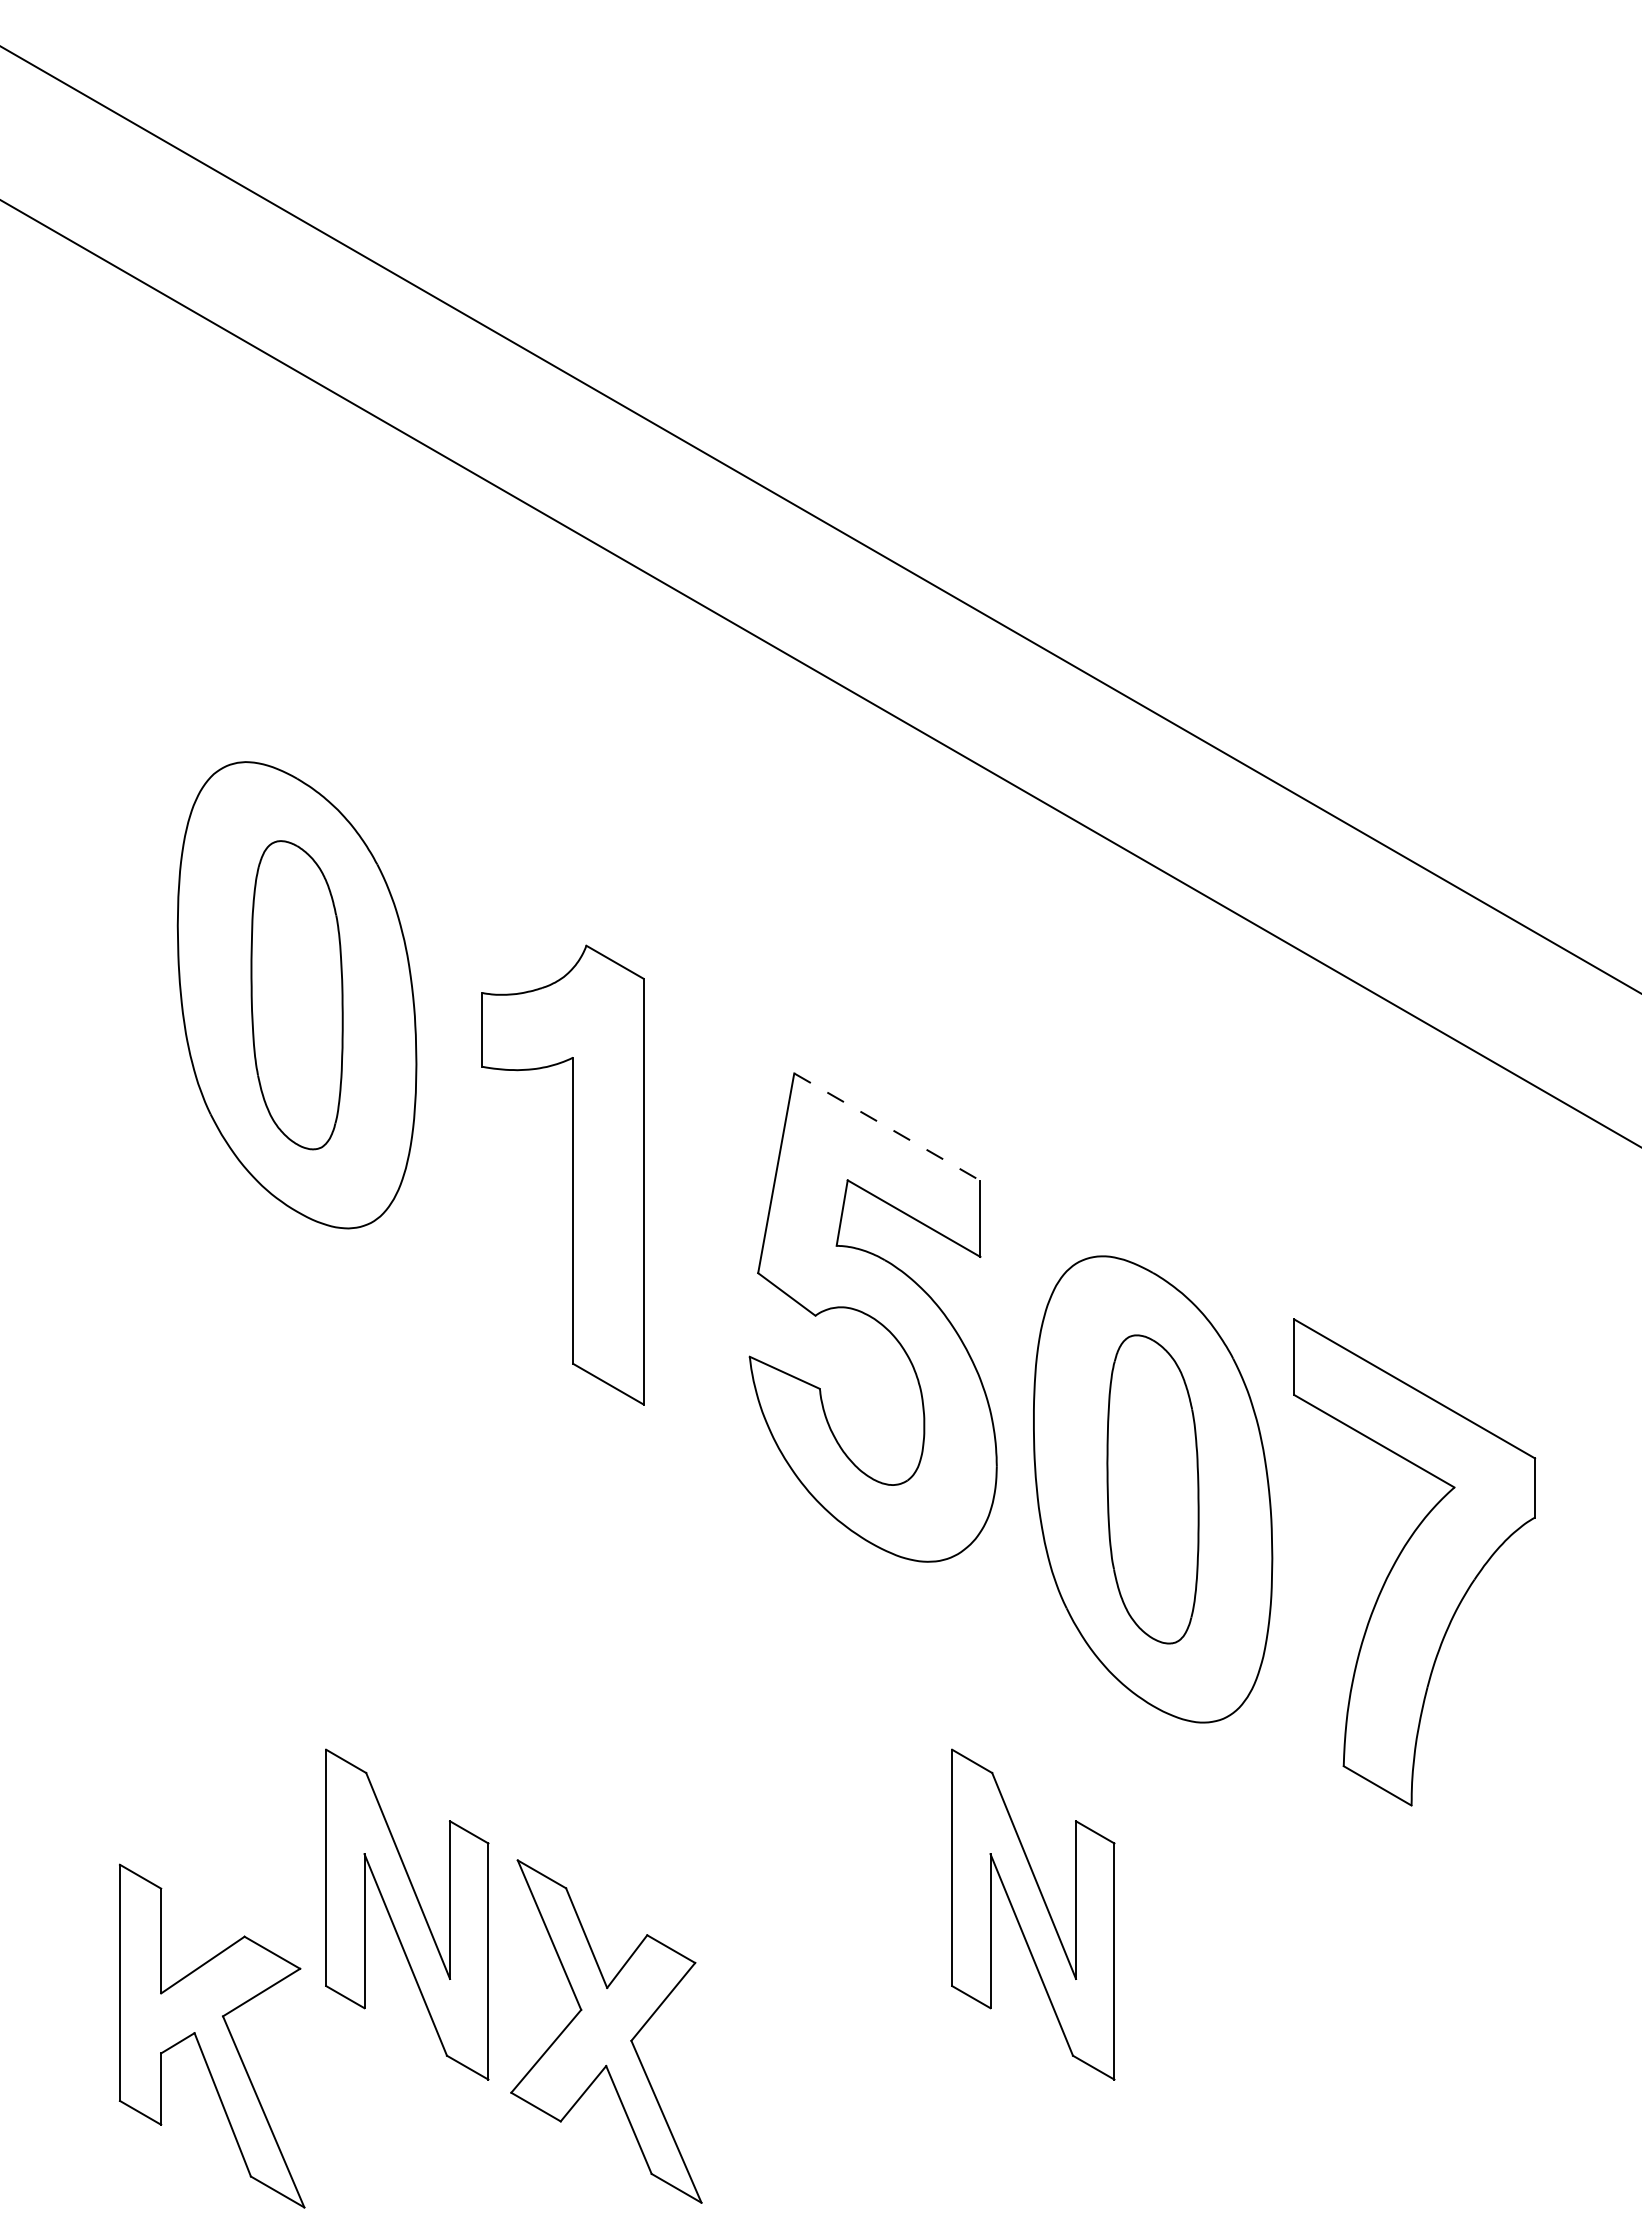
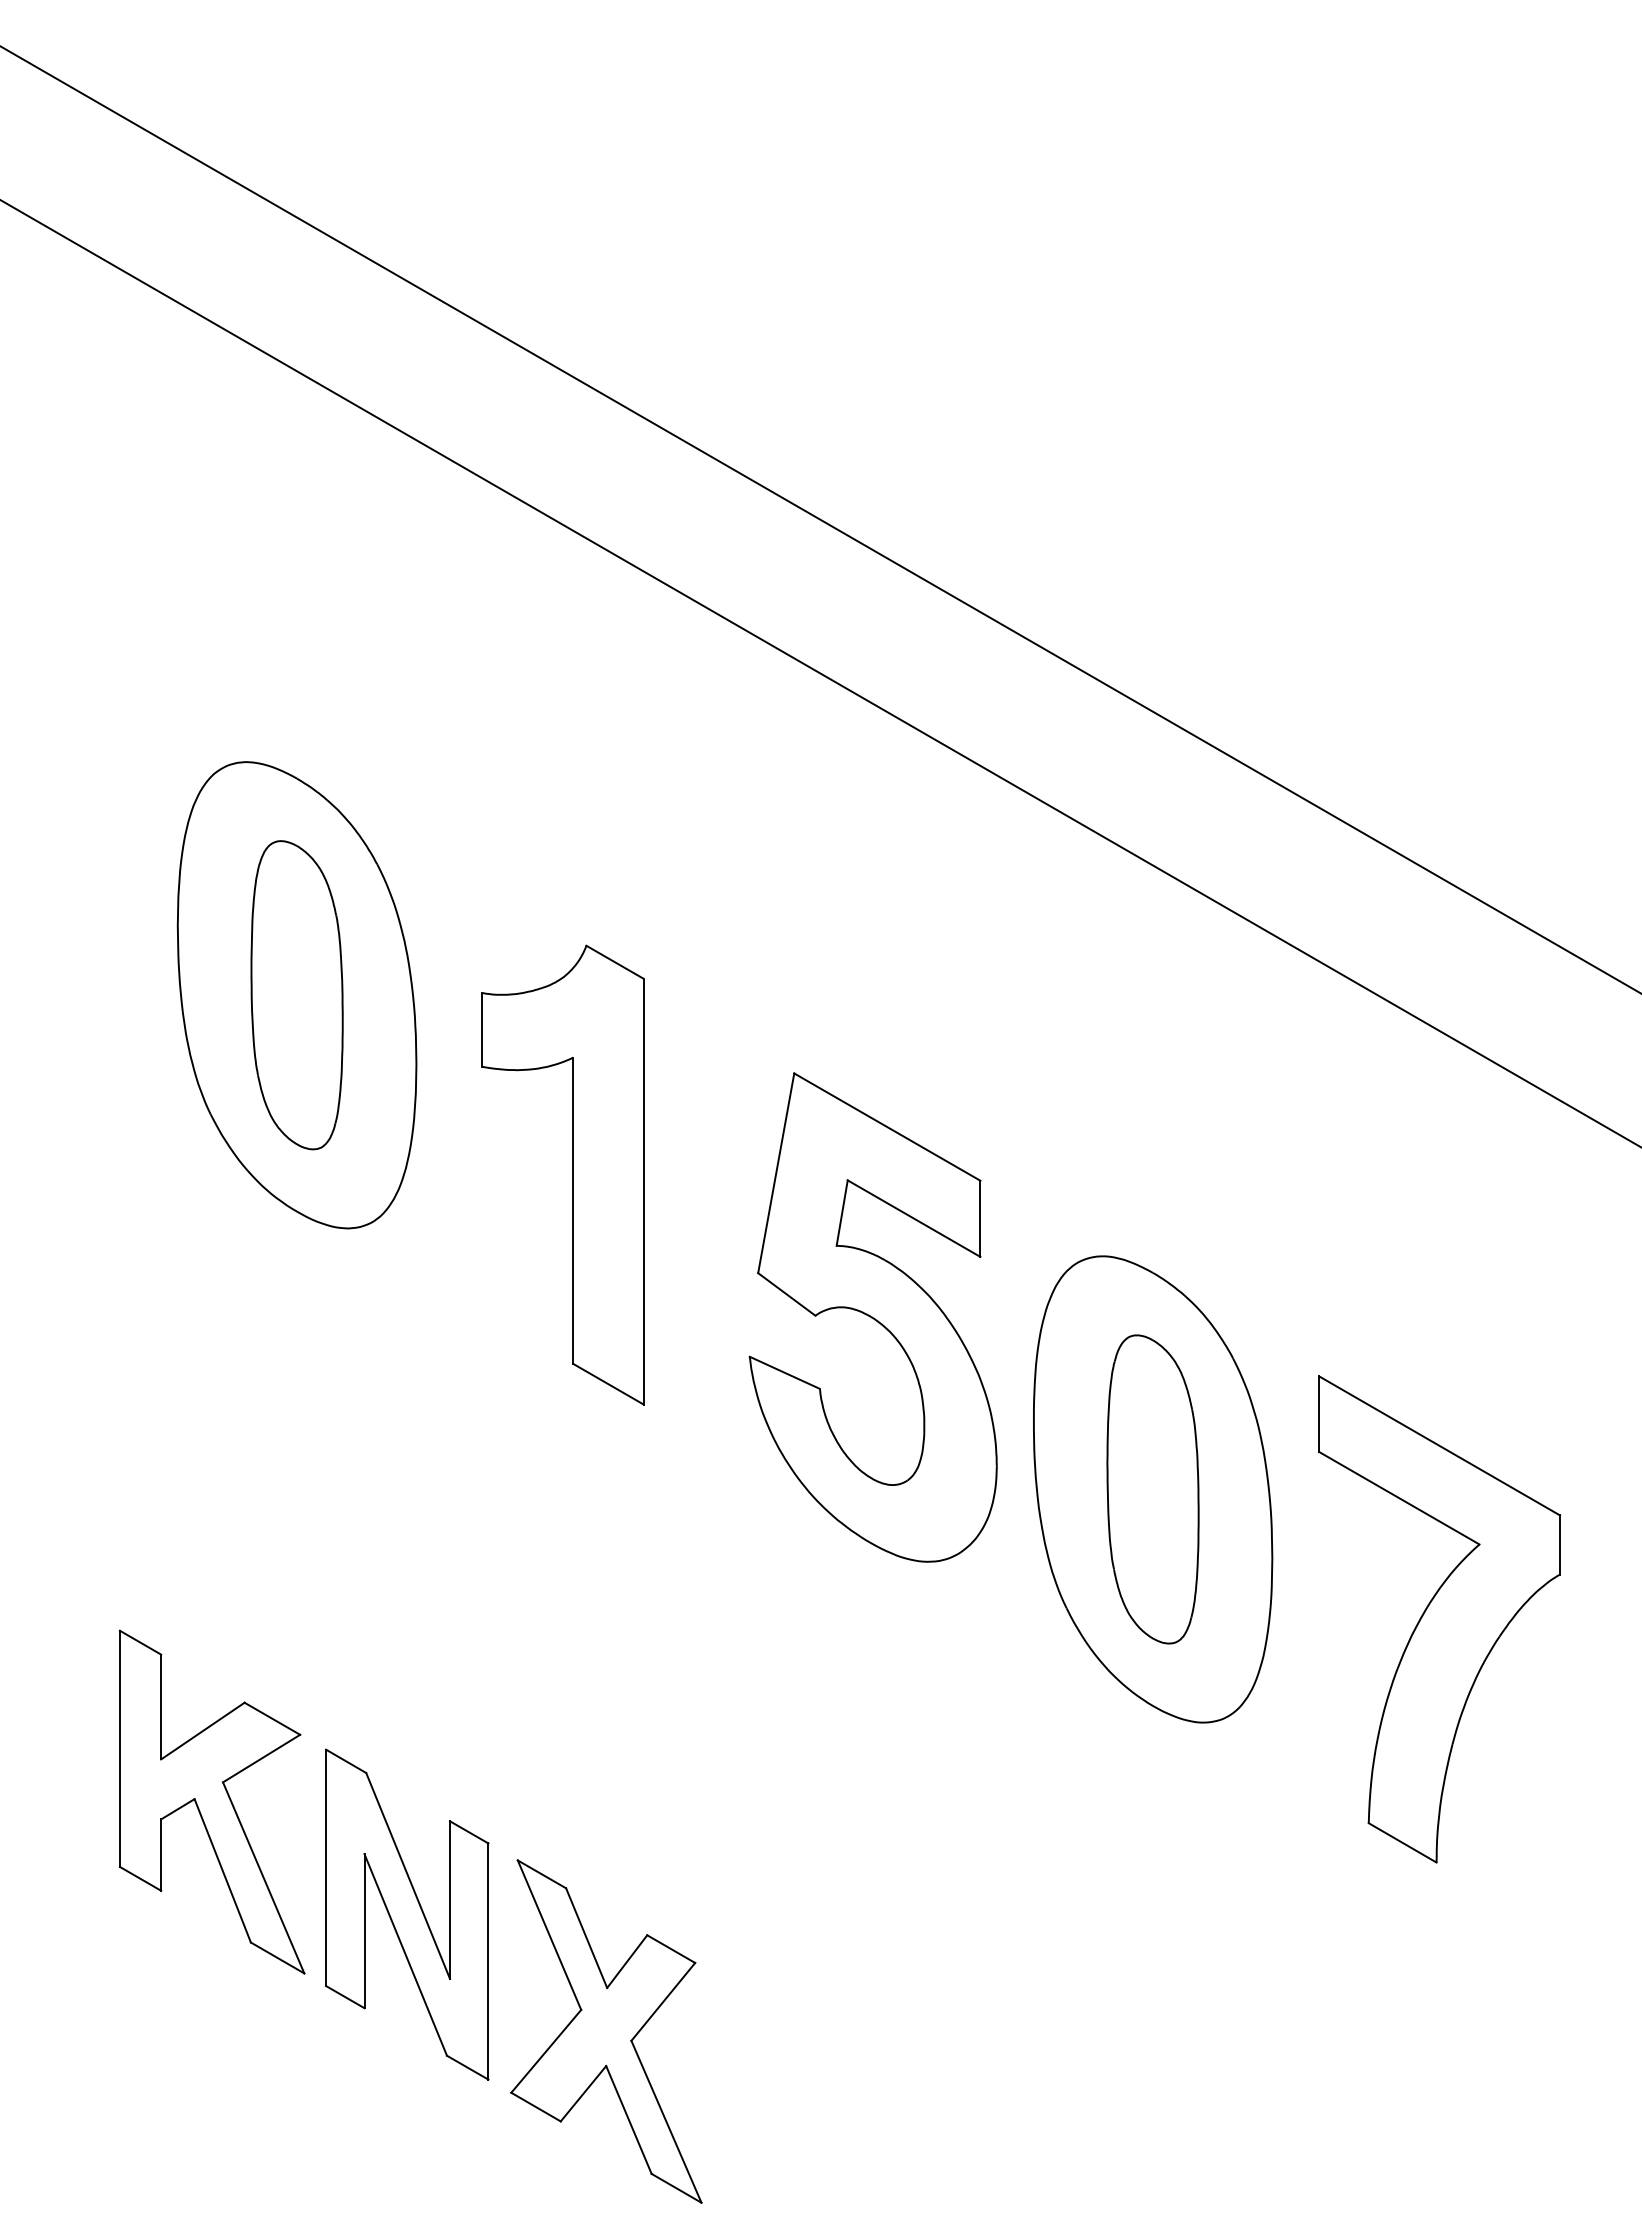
line at (887, 1127): dashed -> solid
part at (1414, 1562) position: (1414, 1562) -> (1439, 1619)
part at (1033, 1914): present -> none
part at (212, 2035) position: (212, 2035) -> (212, 1801)
